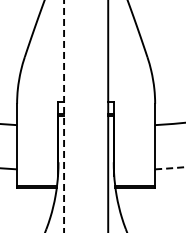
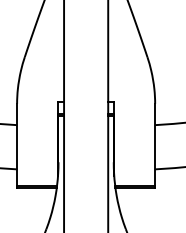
line at (64, 116): dashed -> solid
arc at (170, 168): dashed -> solid
